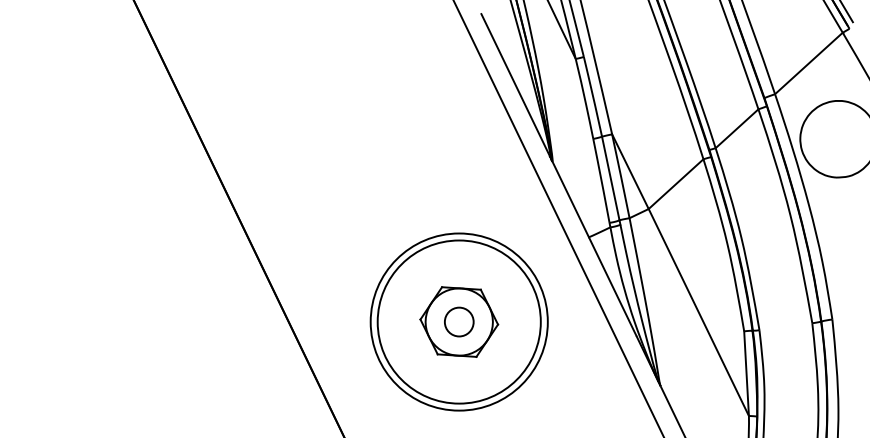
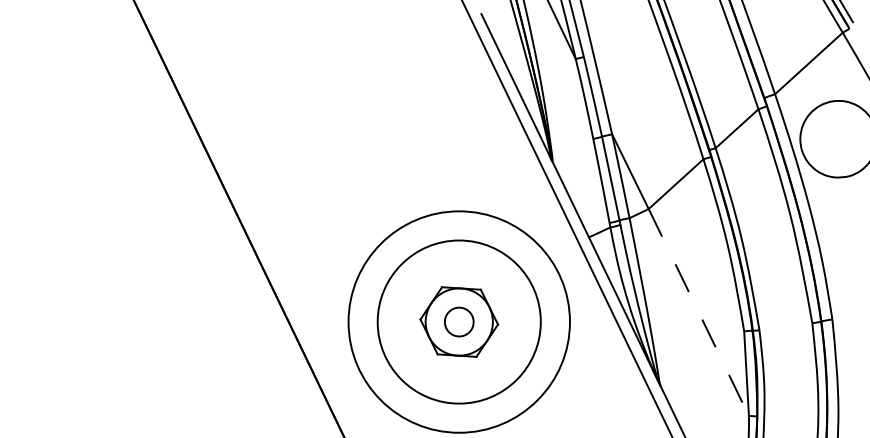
line at (558, 218) position: (558, 218) -> (566, 218)
line at (698, 312): solid -> dashed
circle at (458, 321) diameter: 177 px -> 221 px
